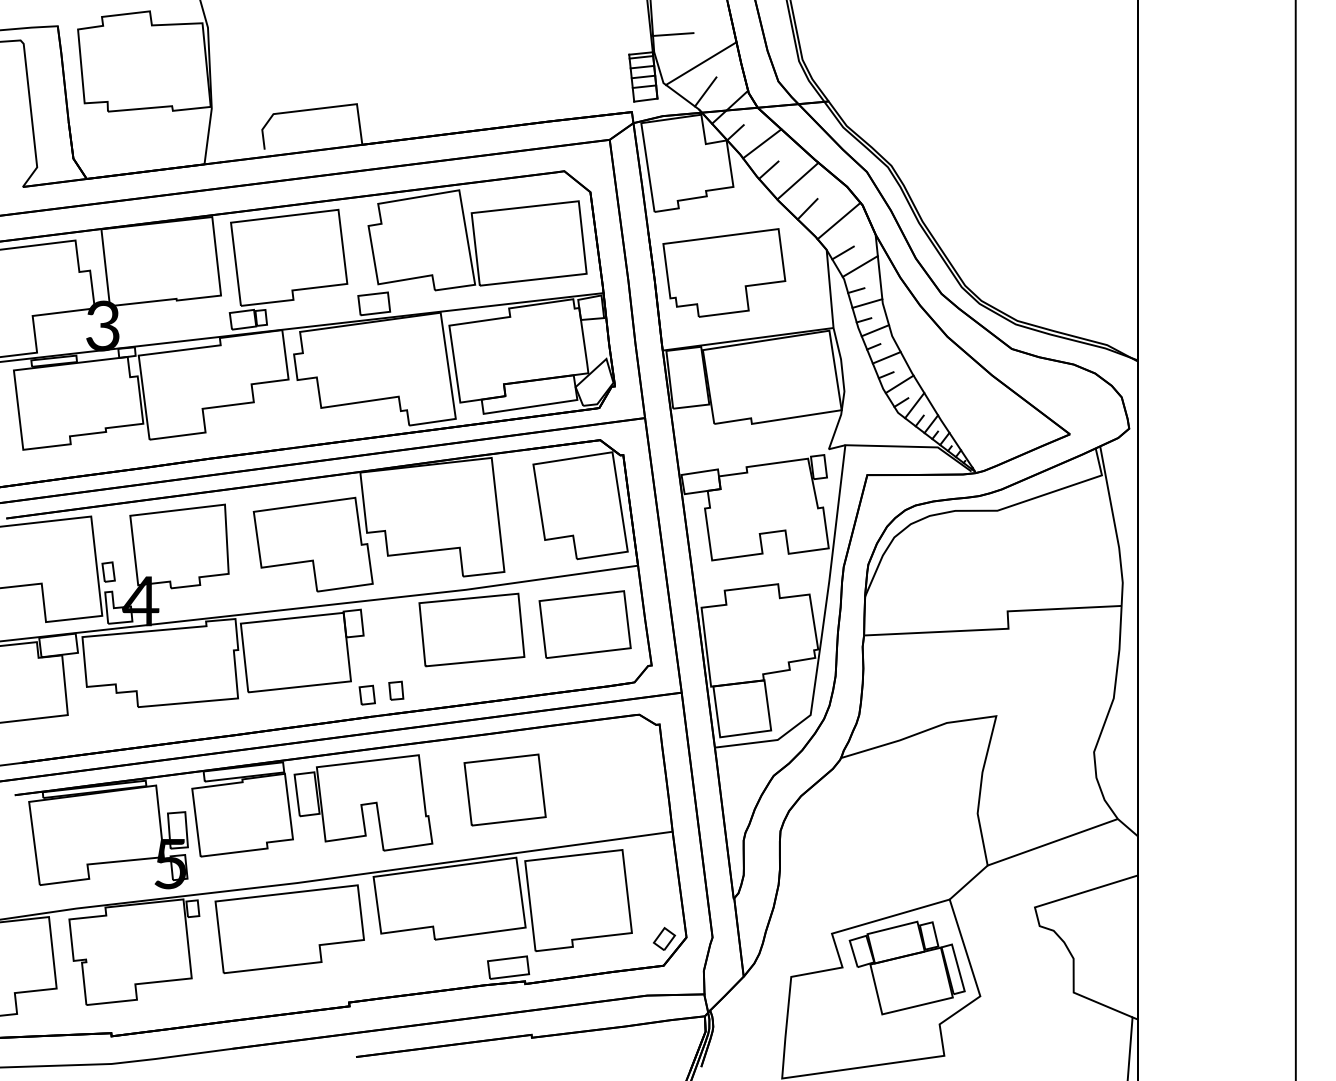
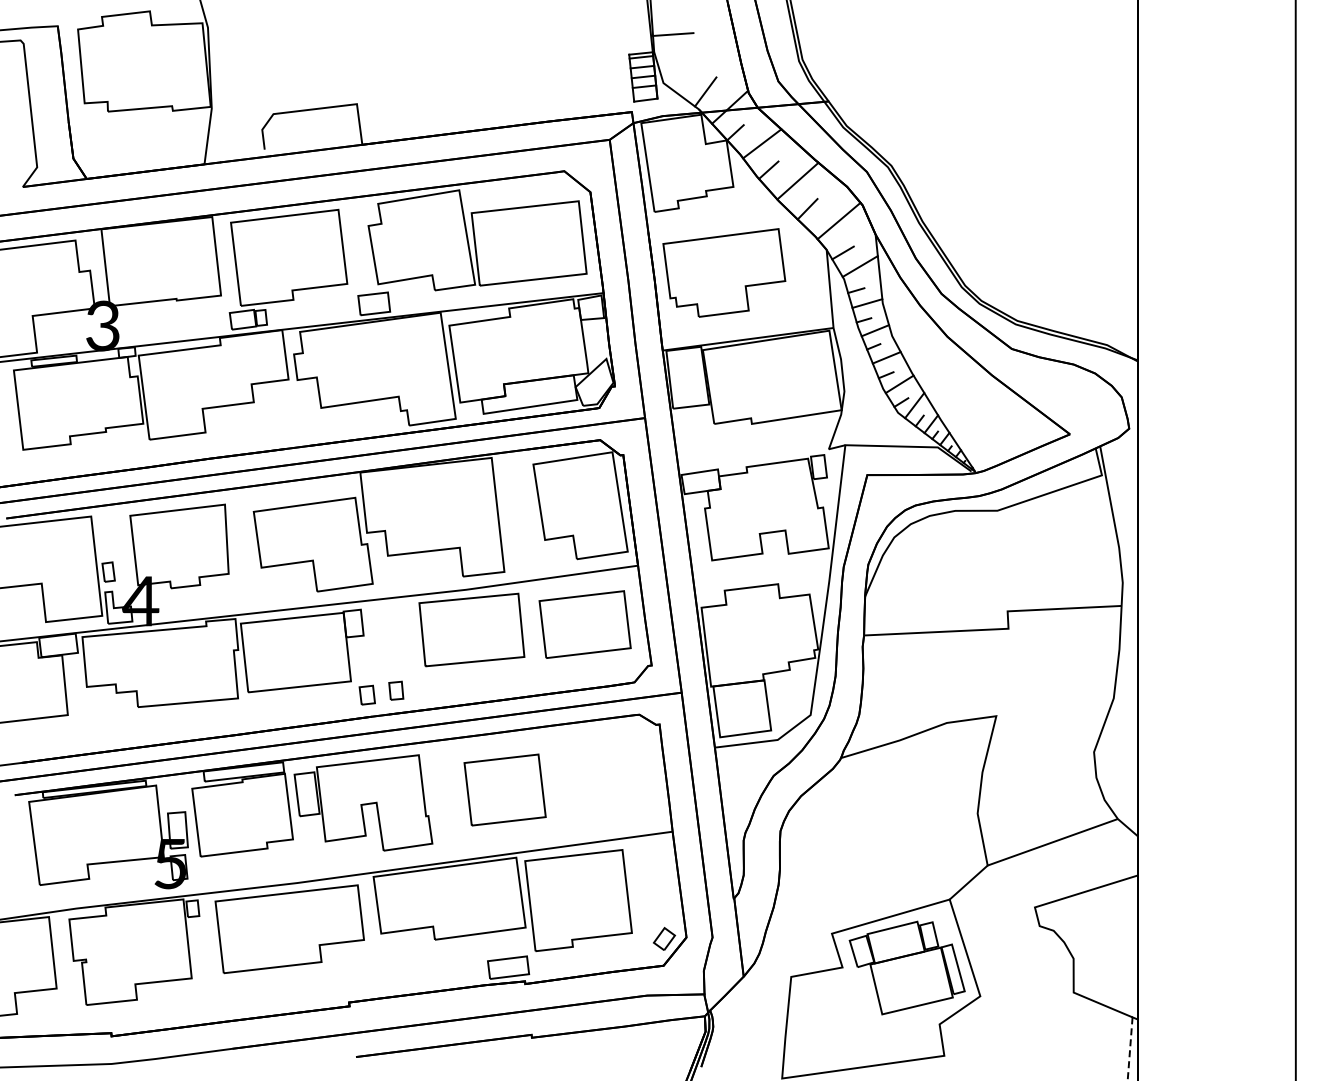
line at (701, 63): present -> none
line at (1130, 1049): solid -> dashed
